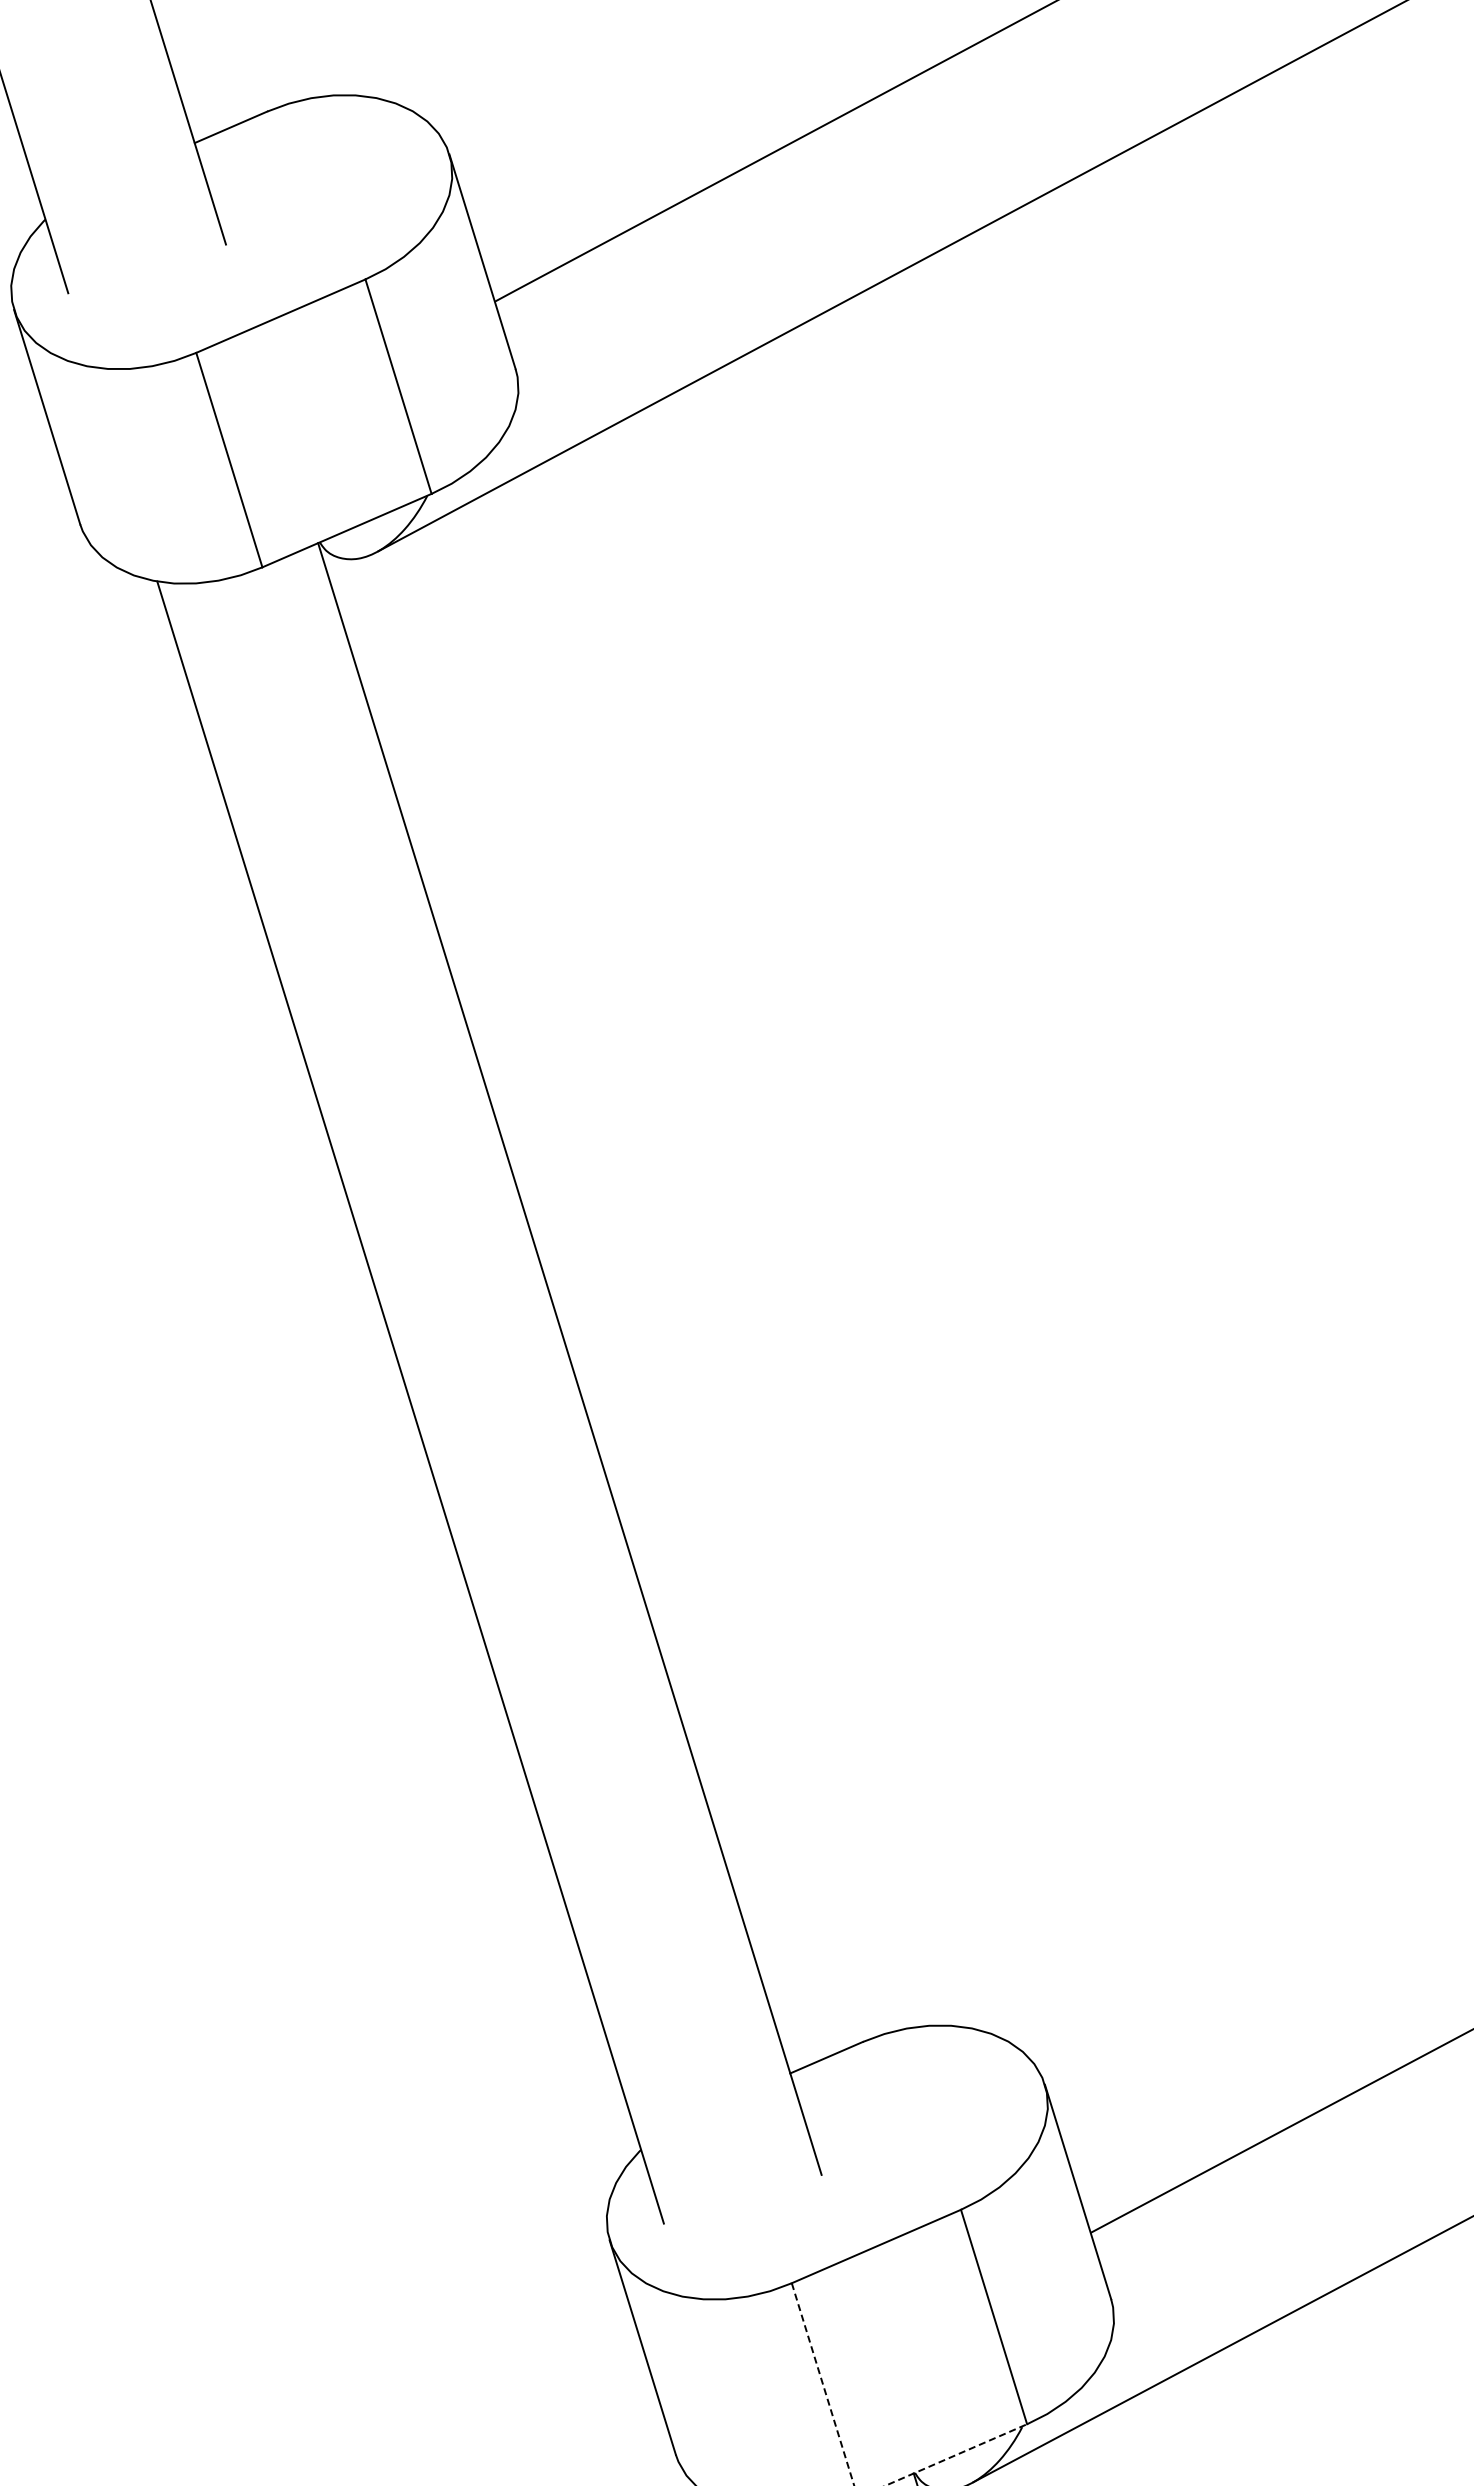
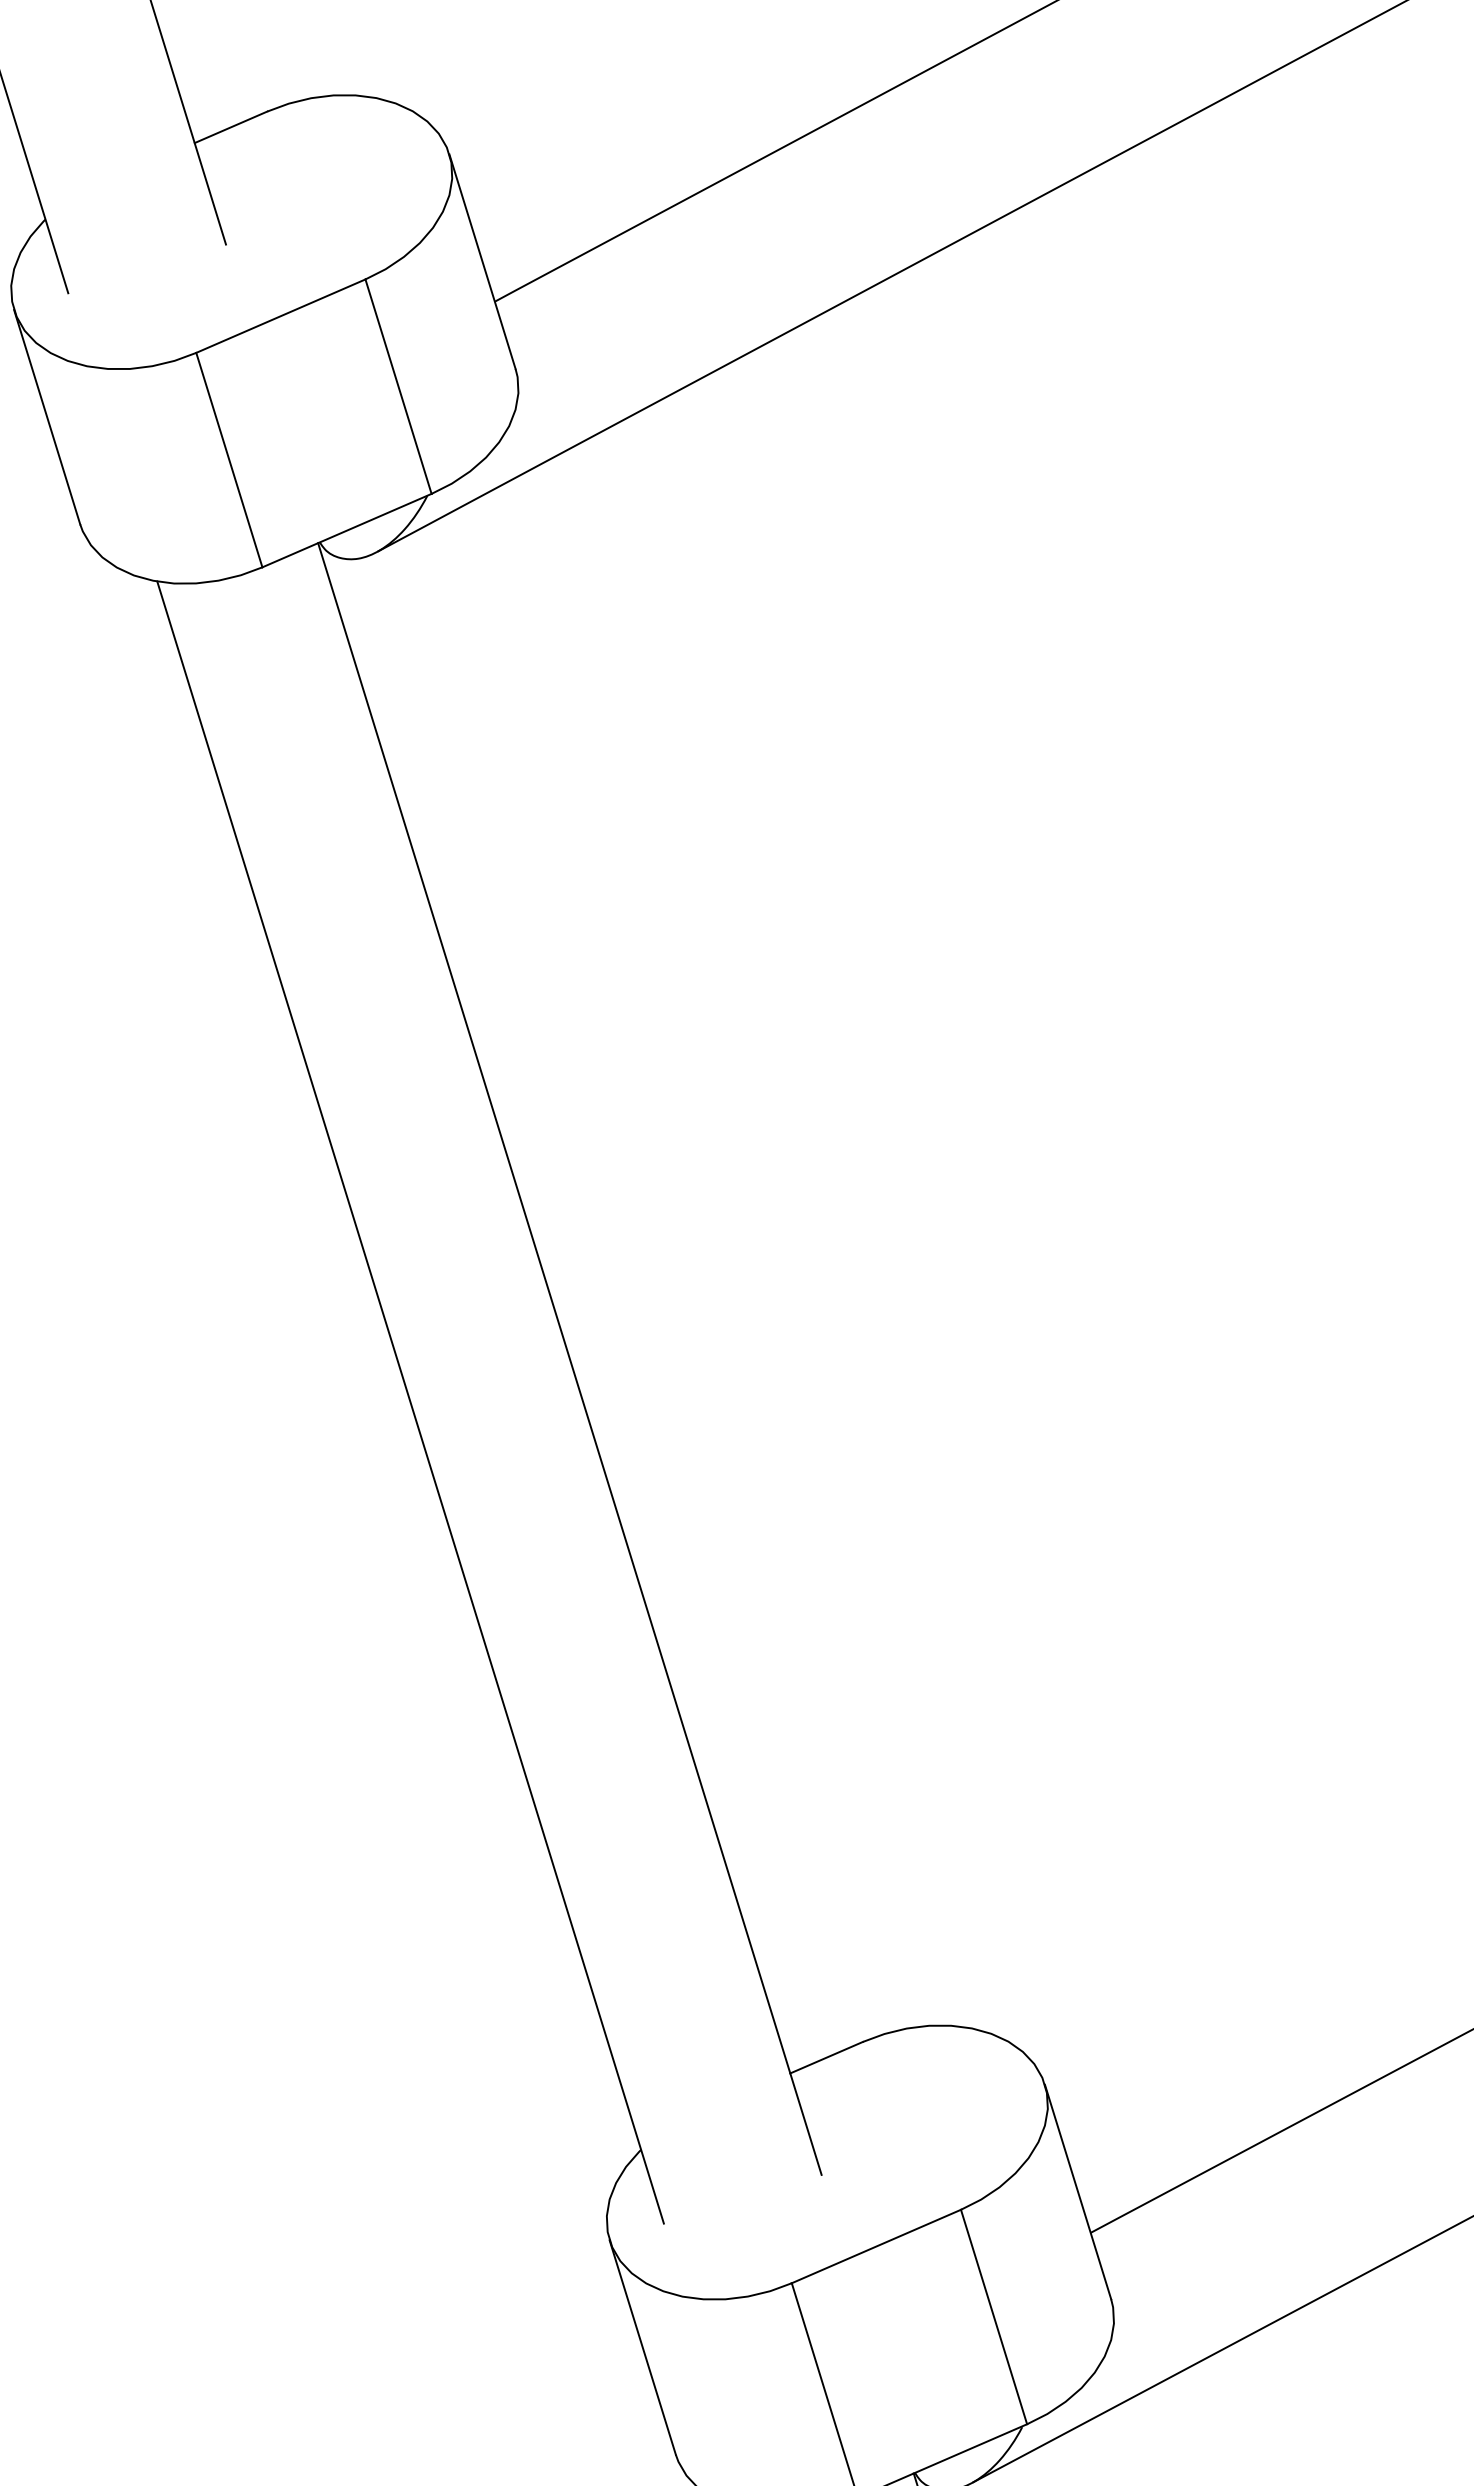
line at (822, 2384): dashed -> solid
line at (956, 2454): dashed -> solid
